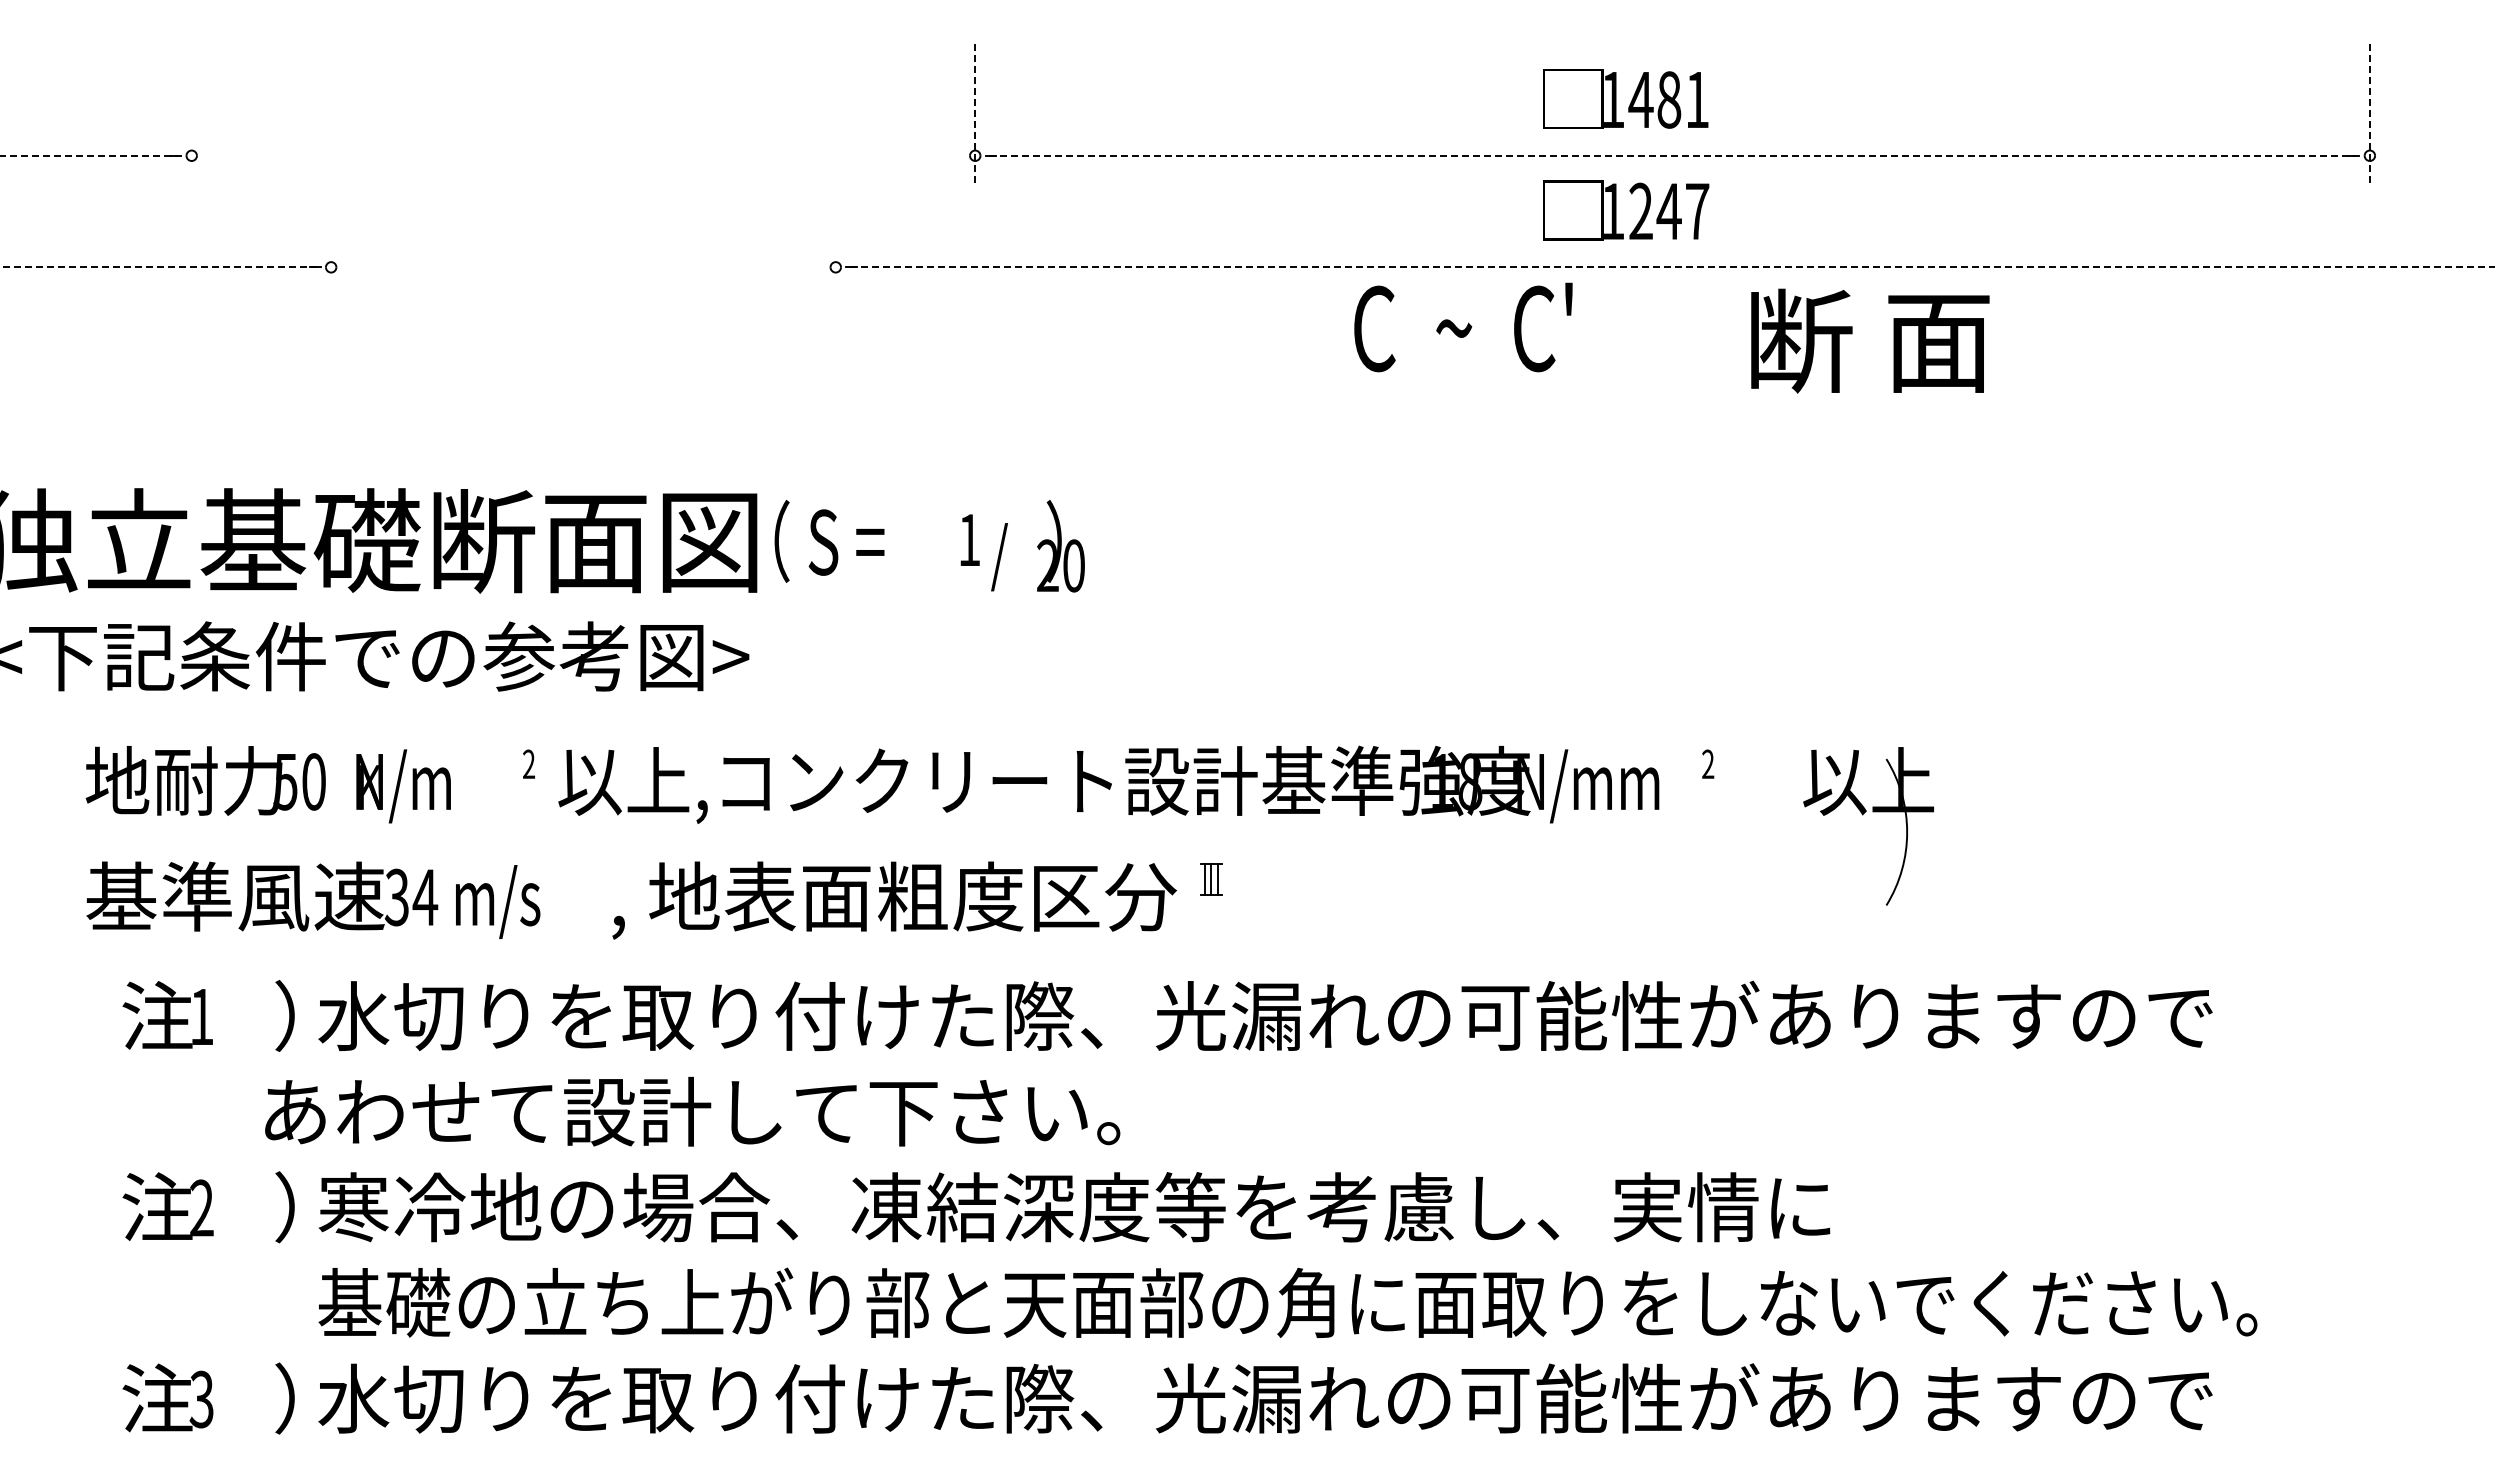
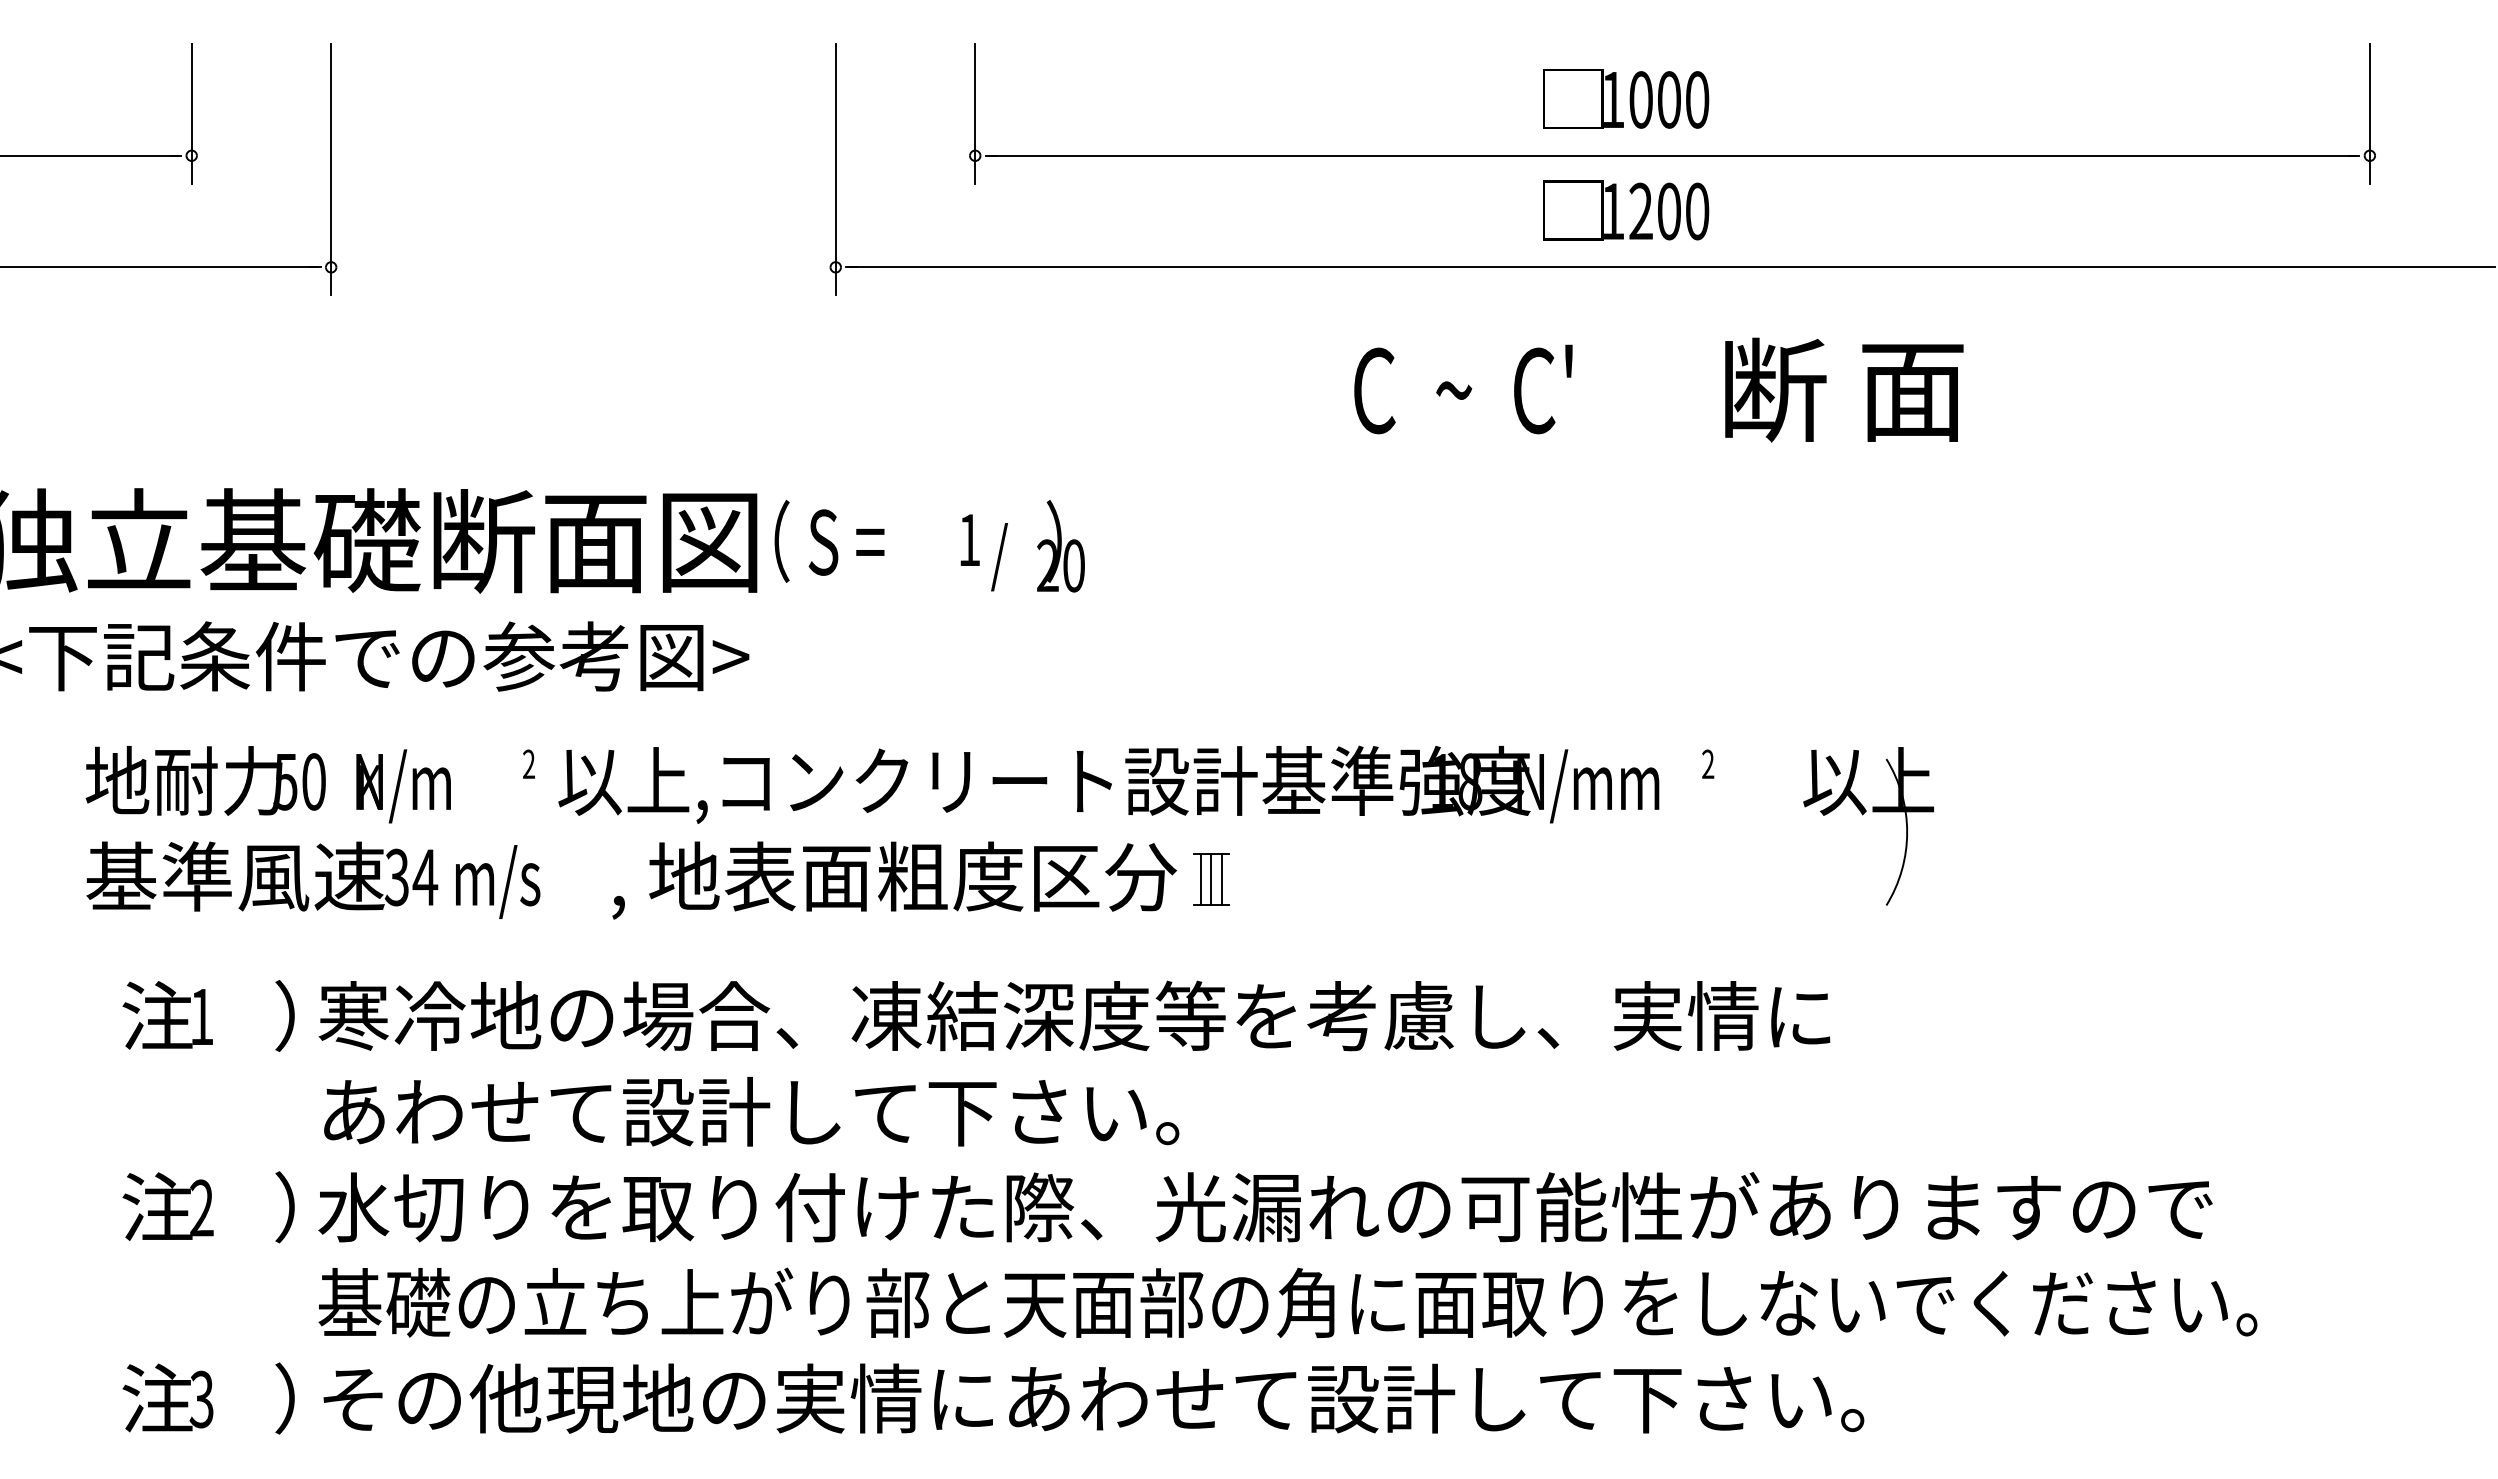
text at (1668, 99): 1481 -> 1000
line at (191, 113): none -> present
line at (975, 113): dashed -> solid
line at (2369, 113): dashed -> solid
line at (89, 155): dashed -> solid
line at (1673, 155): dashed -> solid
line at (331, 169): none -> present
line at (835, 169): none -> present
text at (1682, 211): 1247 -> 1200
line at (159, 267): dashed -> solid
line at (1672, 267): dashed -> solid
text at (1463, 327) position: (1463, 327) -> (1463, 389)
text at (1870, 340) position: (1870, 340) -> (1844, 389)
part at (1211, 879) size: 23x33 px -> 37x53 px
text at (631, 900) position: (631, 900) -> (631, 880)
text at (1265, 1015): 水切りを取り付けた際、光漏れの可能性がありますので -> 寒冷地の場合、凍結深度等を考慮し、実情に
text at (692, 1111) position: (692, 1111) -> (751, 1111)
text at (1265, 1207): 寒冷地の場合、凍結深度等を考慮し、実情に -> 水切りを取り付けた際、光漏れの可能性がありますので
text at (1265, 1398): 水切りを取り付けた際、光漏れの可能性がありますので -> その他現地の実情にあわせて設計して下さい。
